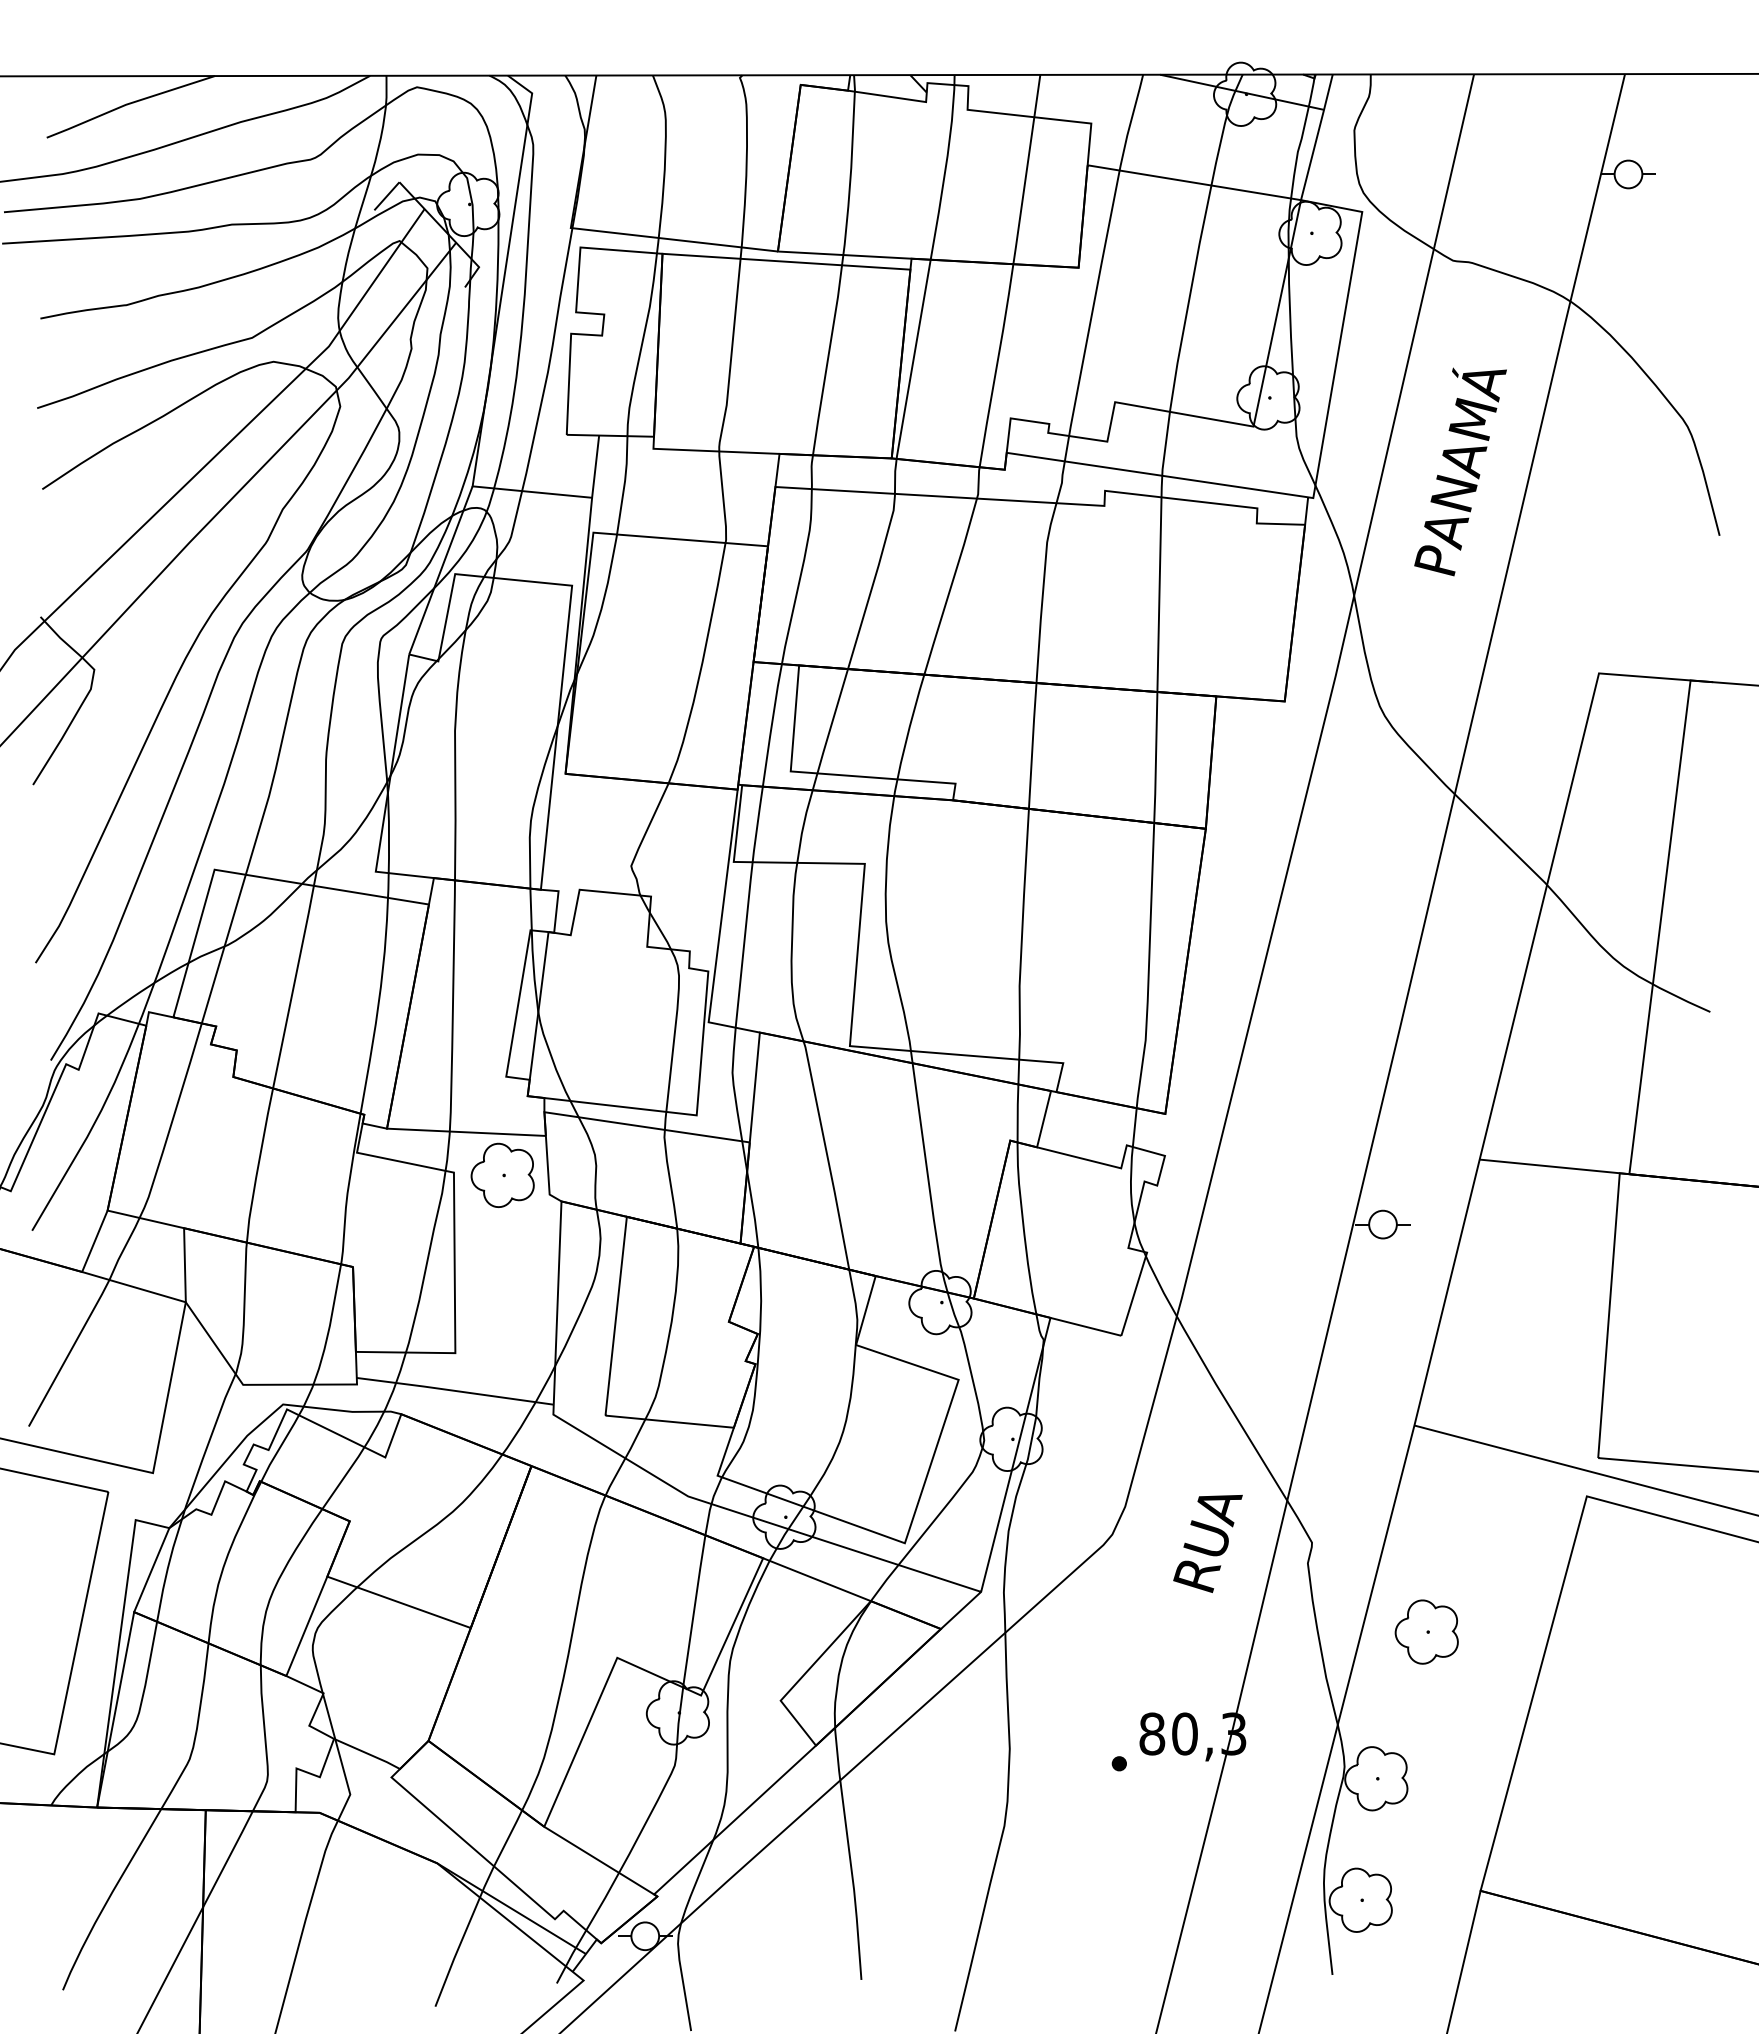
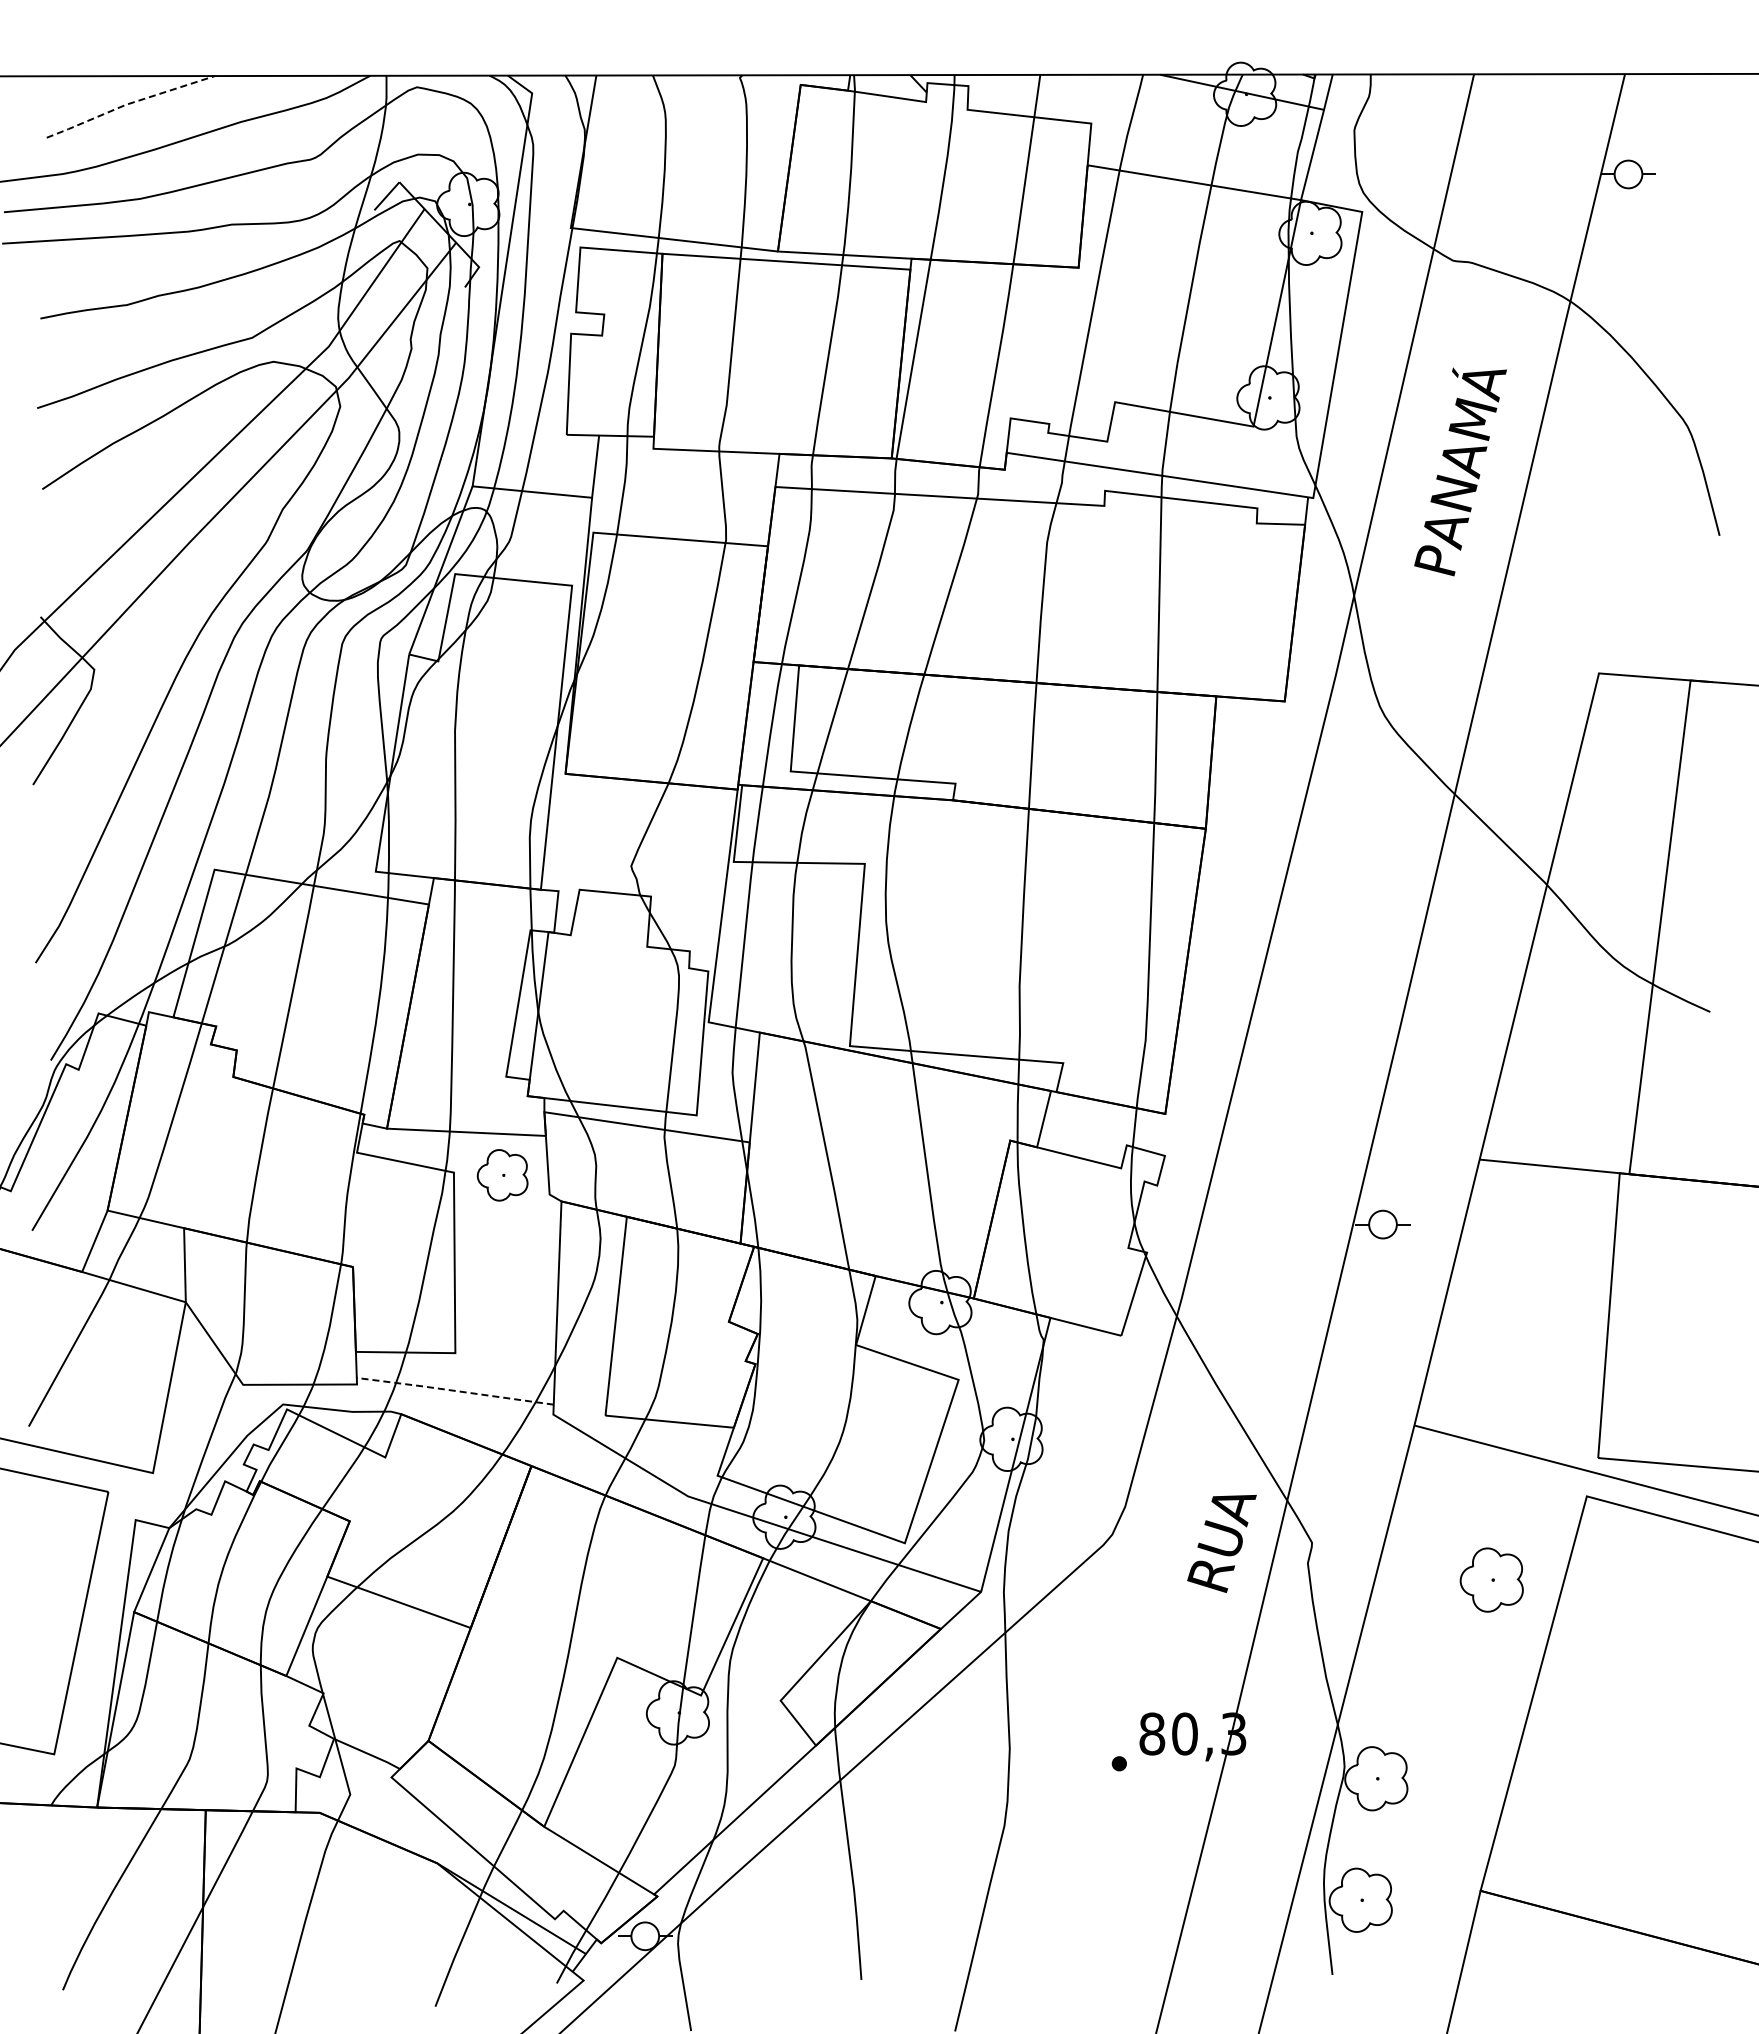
line at (128, 103): solid -> dashed
part at (502, 1174) size: 65x66 px -> 53x53 px
line at (454, 1390): solid -> dashed
text at (1207, 1543) position: (1207, 1543) -> (1221, 1543)
part at (1426, 1631) position: (1426, 1631) -> (1491, 1579)
